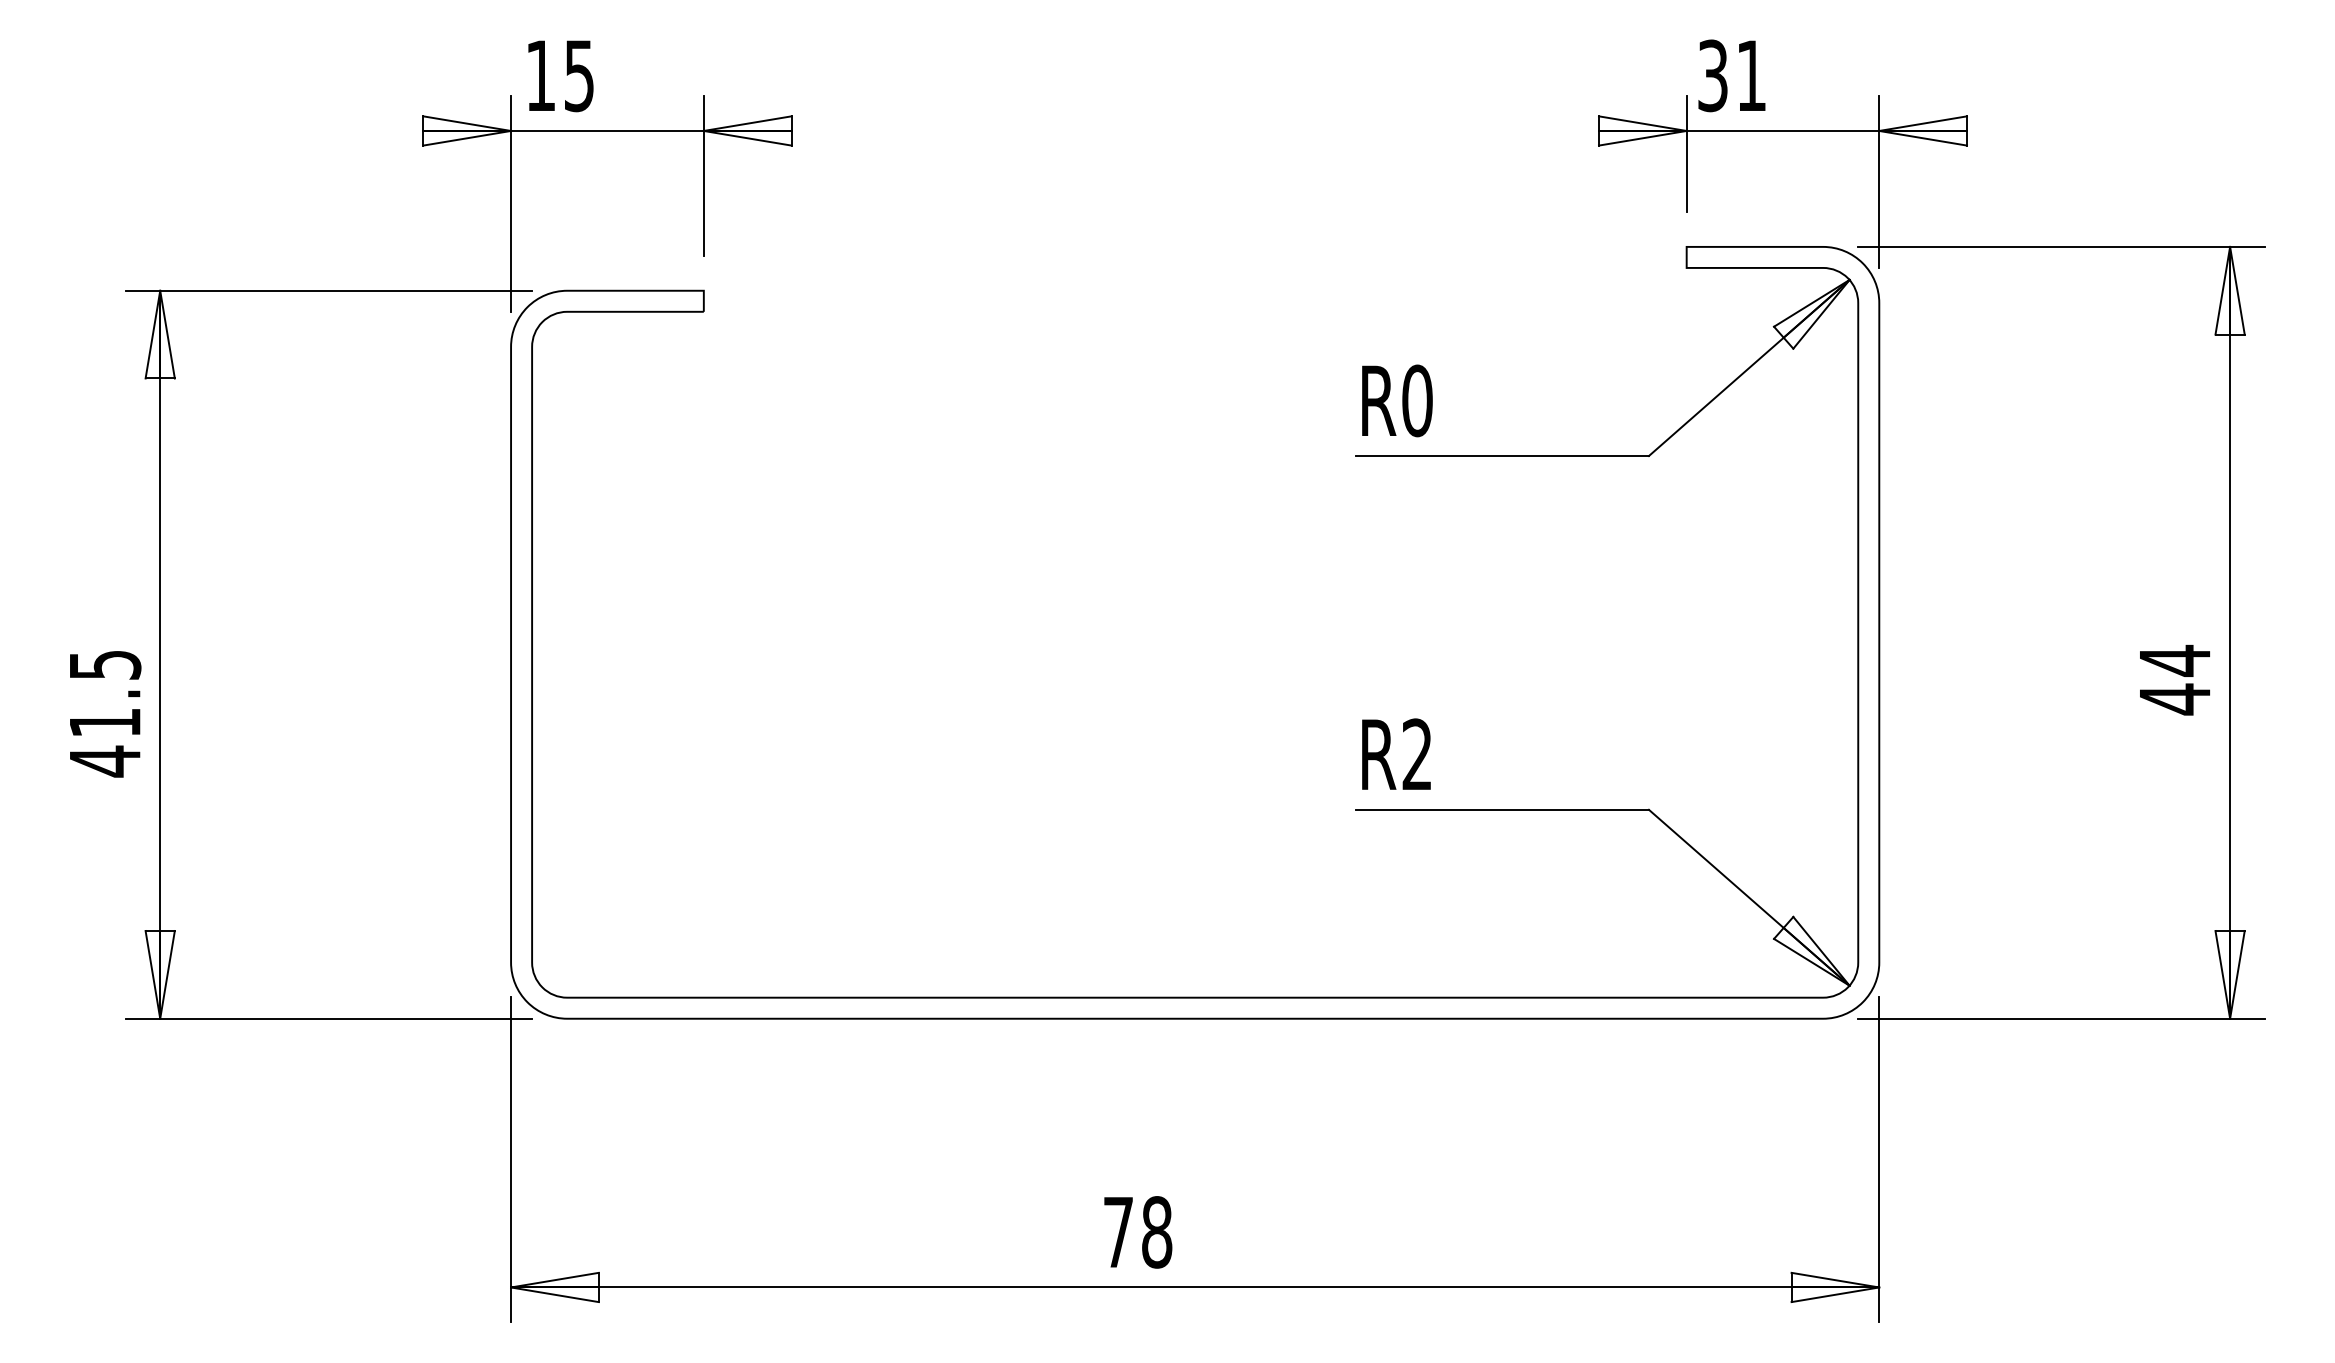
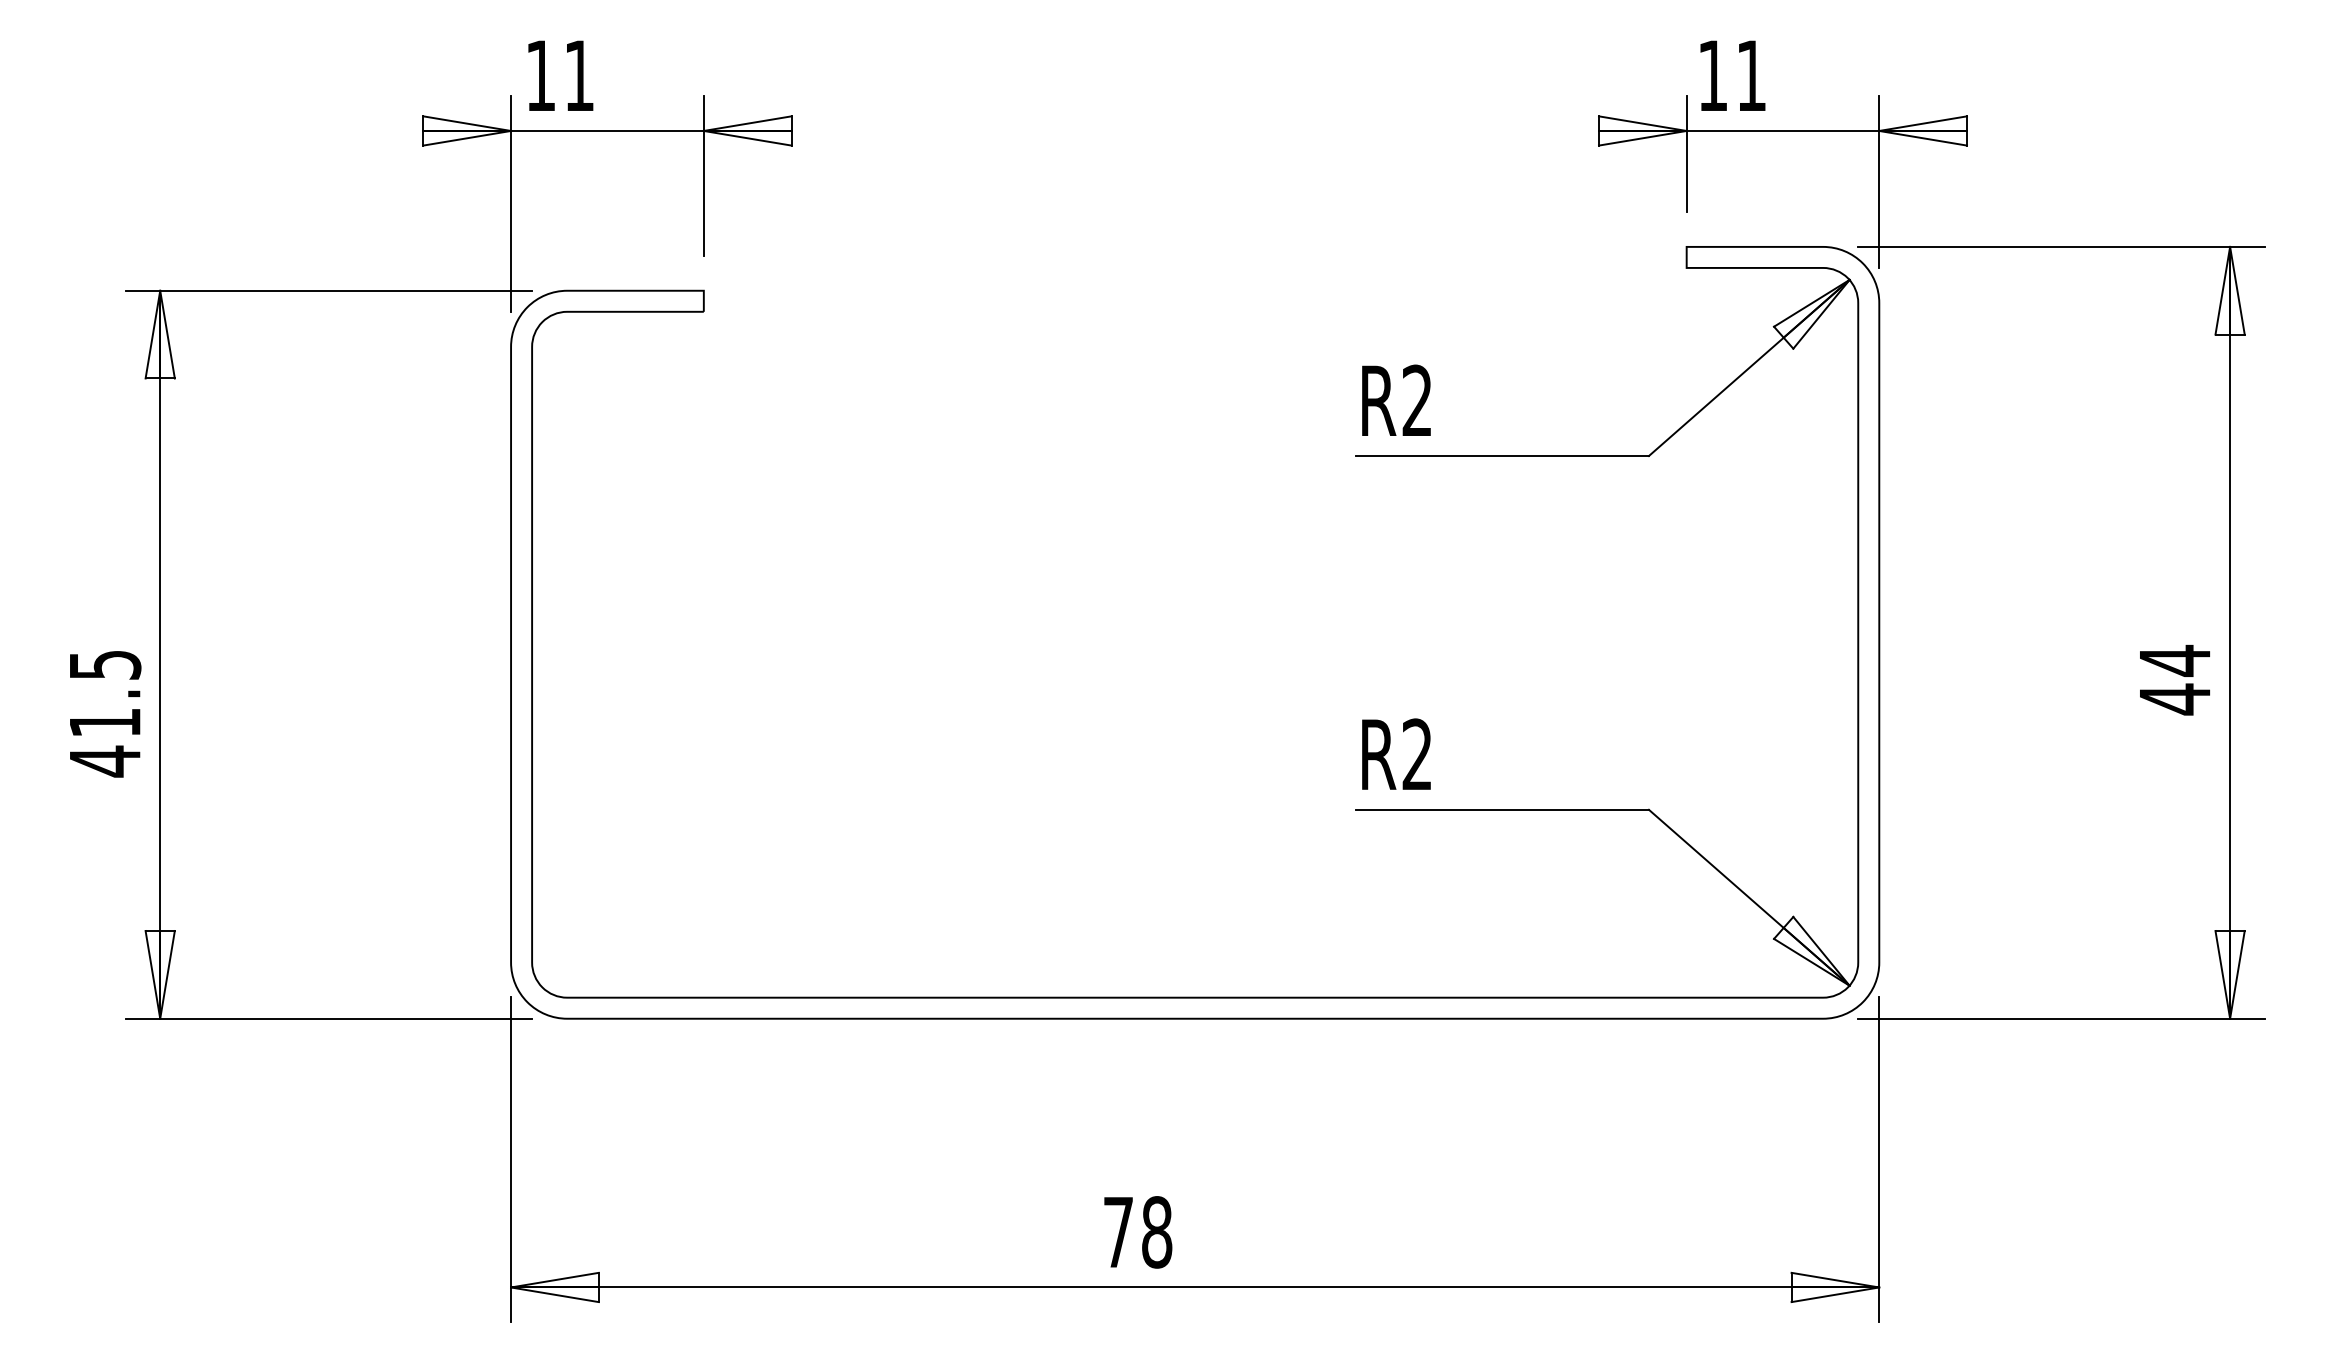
text at (1712, 75): 31 -> 11
text at (579, 76): 15 -> 11
text at (1417, 400): R0 -> R2
